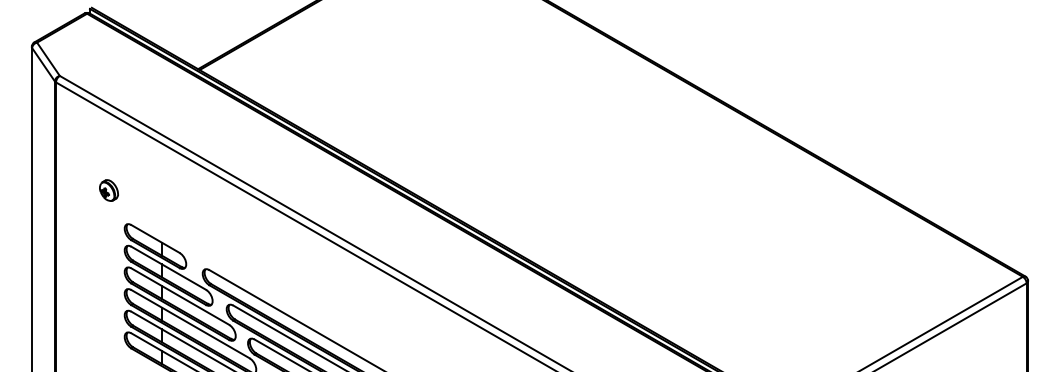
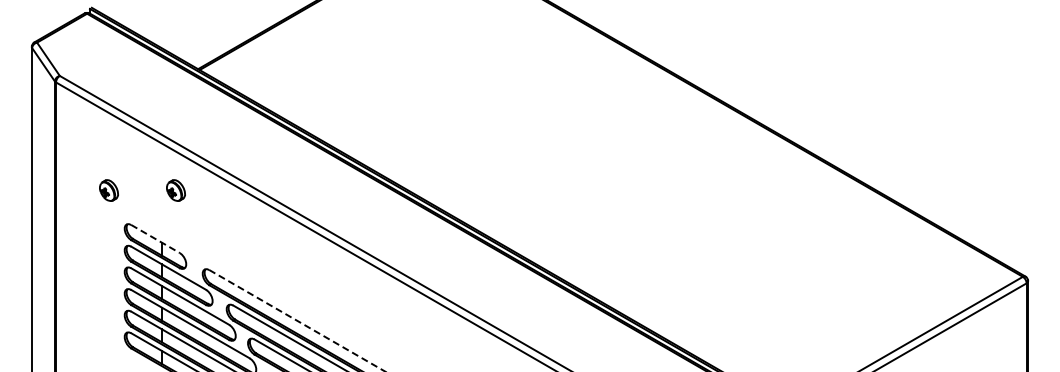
part at (175, 190): none -> present
line at (155, 239): solid -> dashed
line at (297, 320): solid -> dashed
